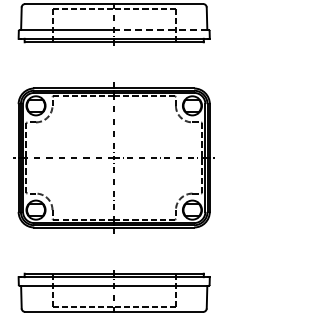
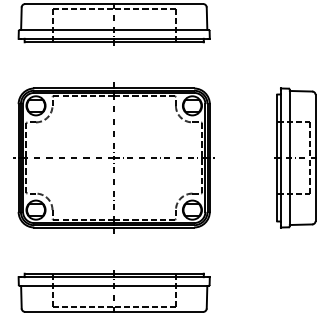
line at (161, 30): dashed -> solid
part at (295, 157): none -> present
